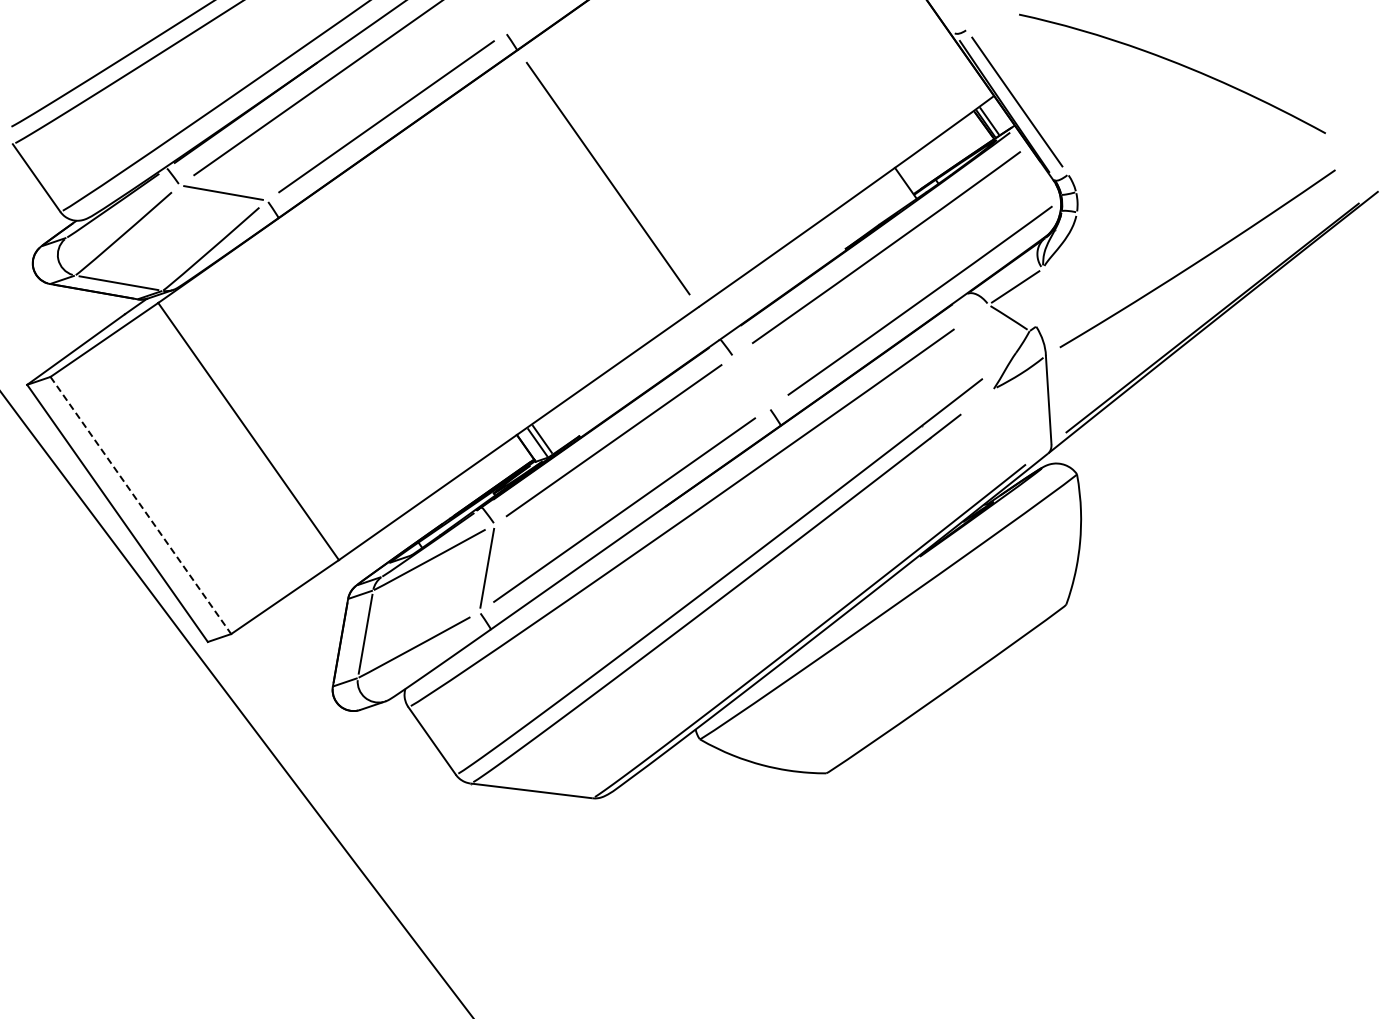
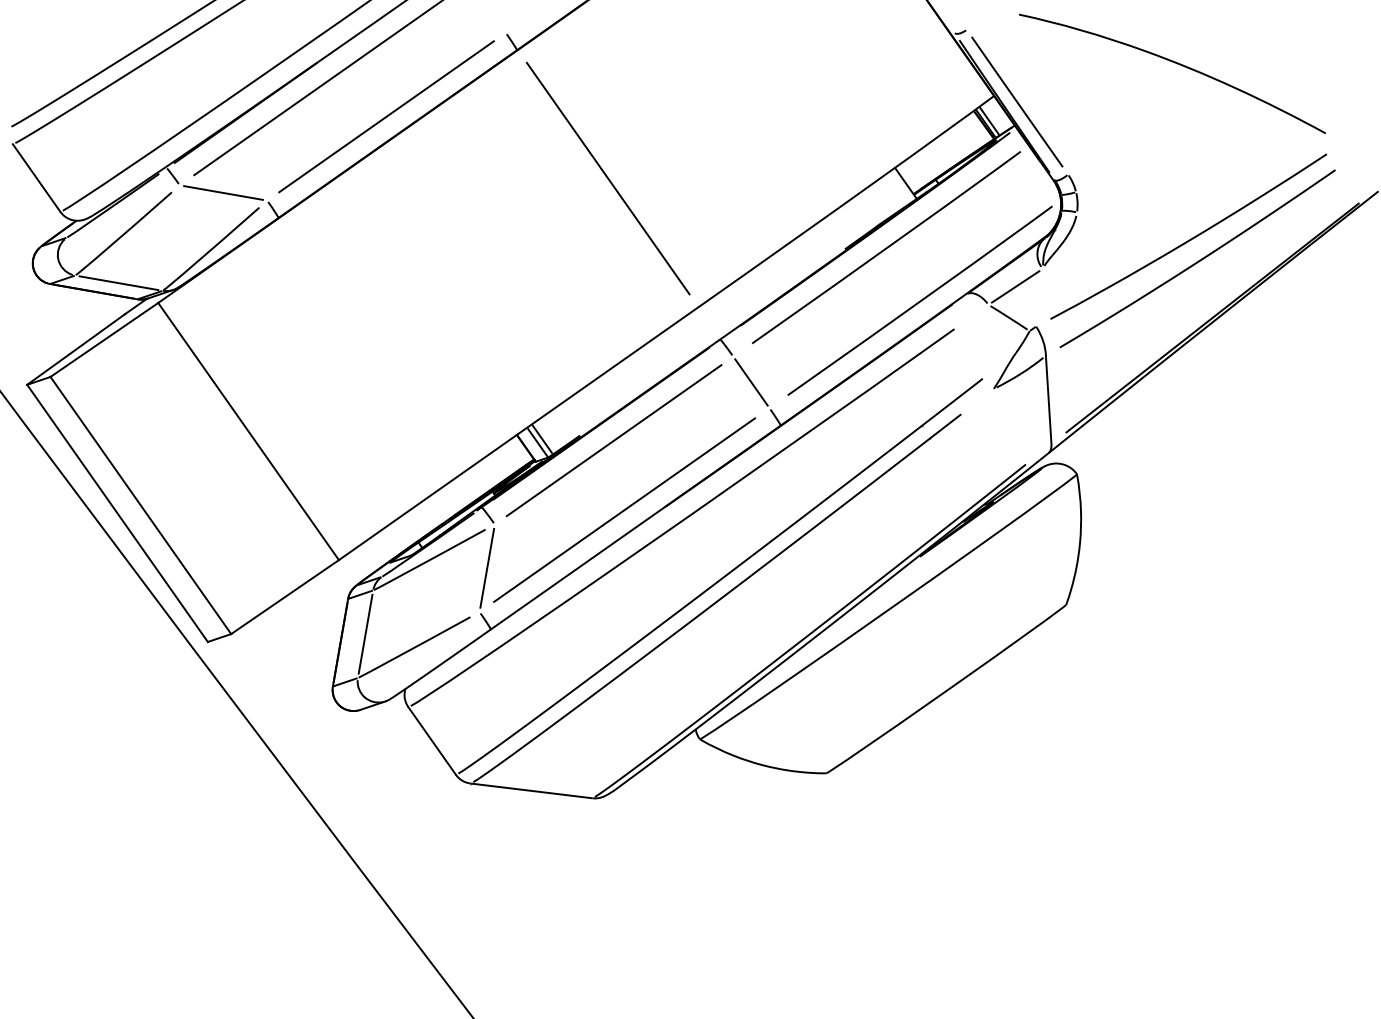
curve at (1190, 238): none -> present
line at (751, 382): none -> present
line at (141, 505): dashed -> solid
